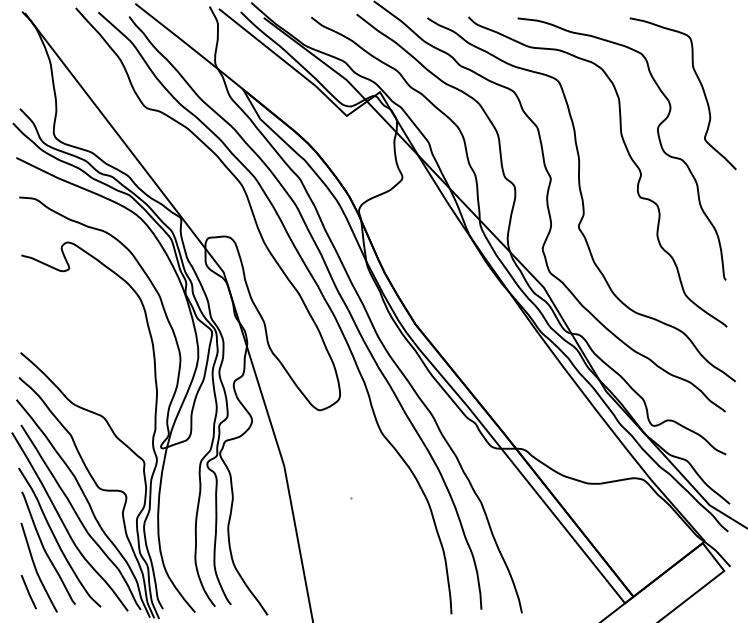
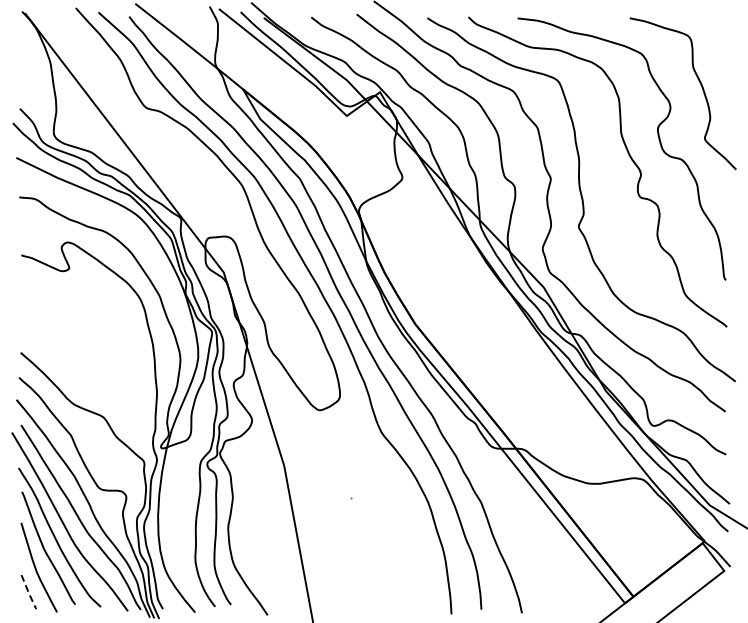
line at (28, 592): solid -> dashed
